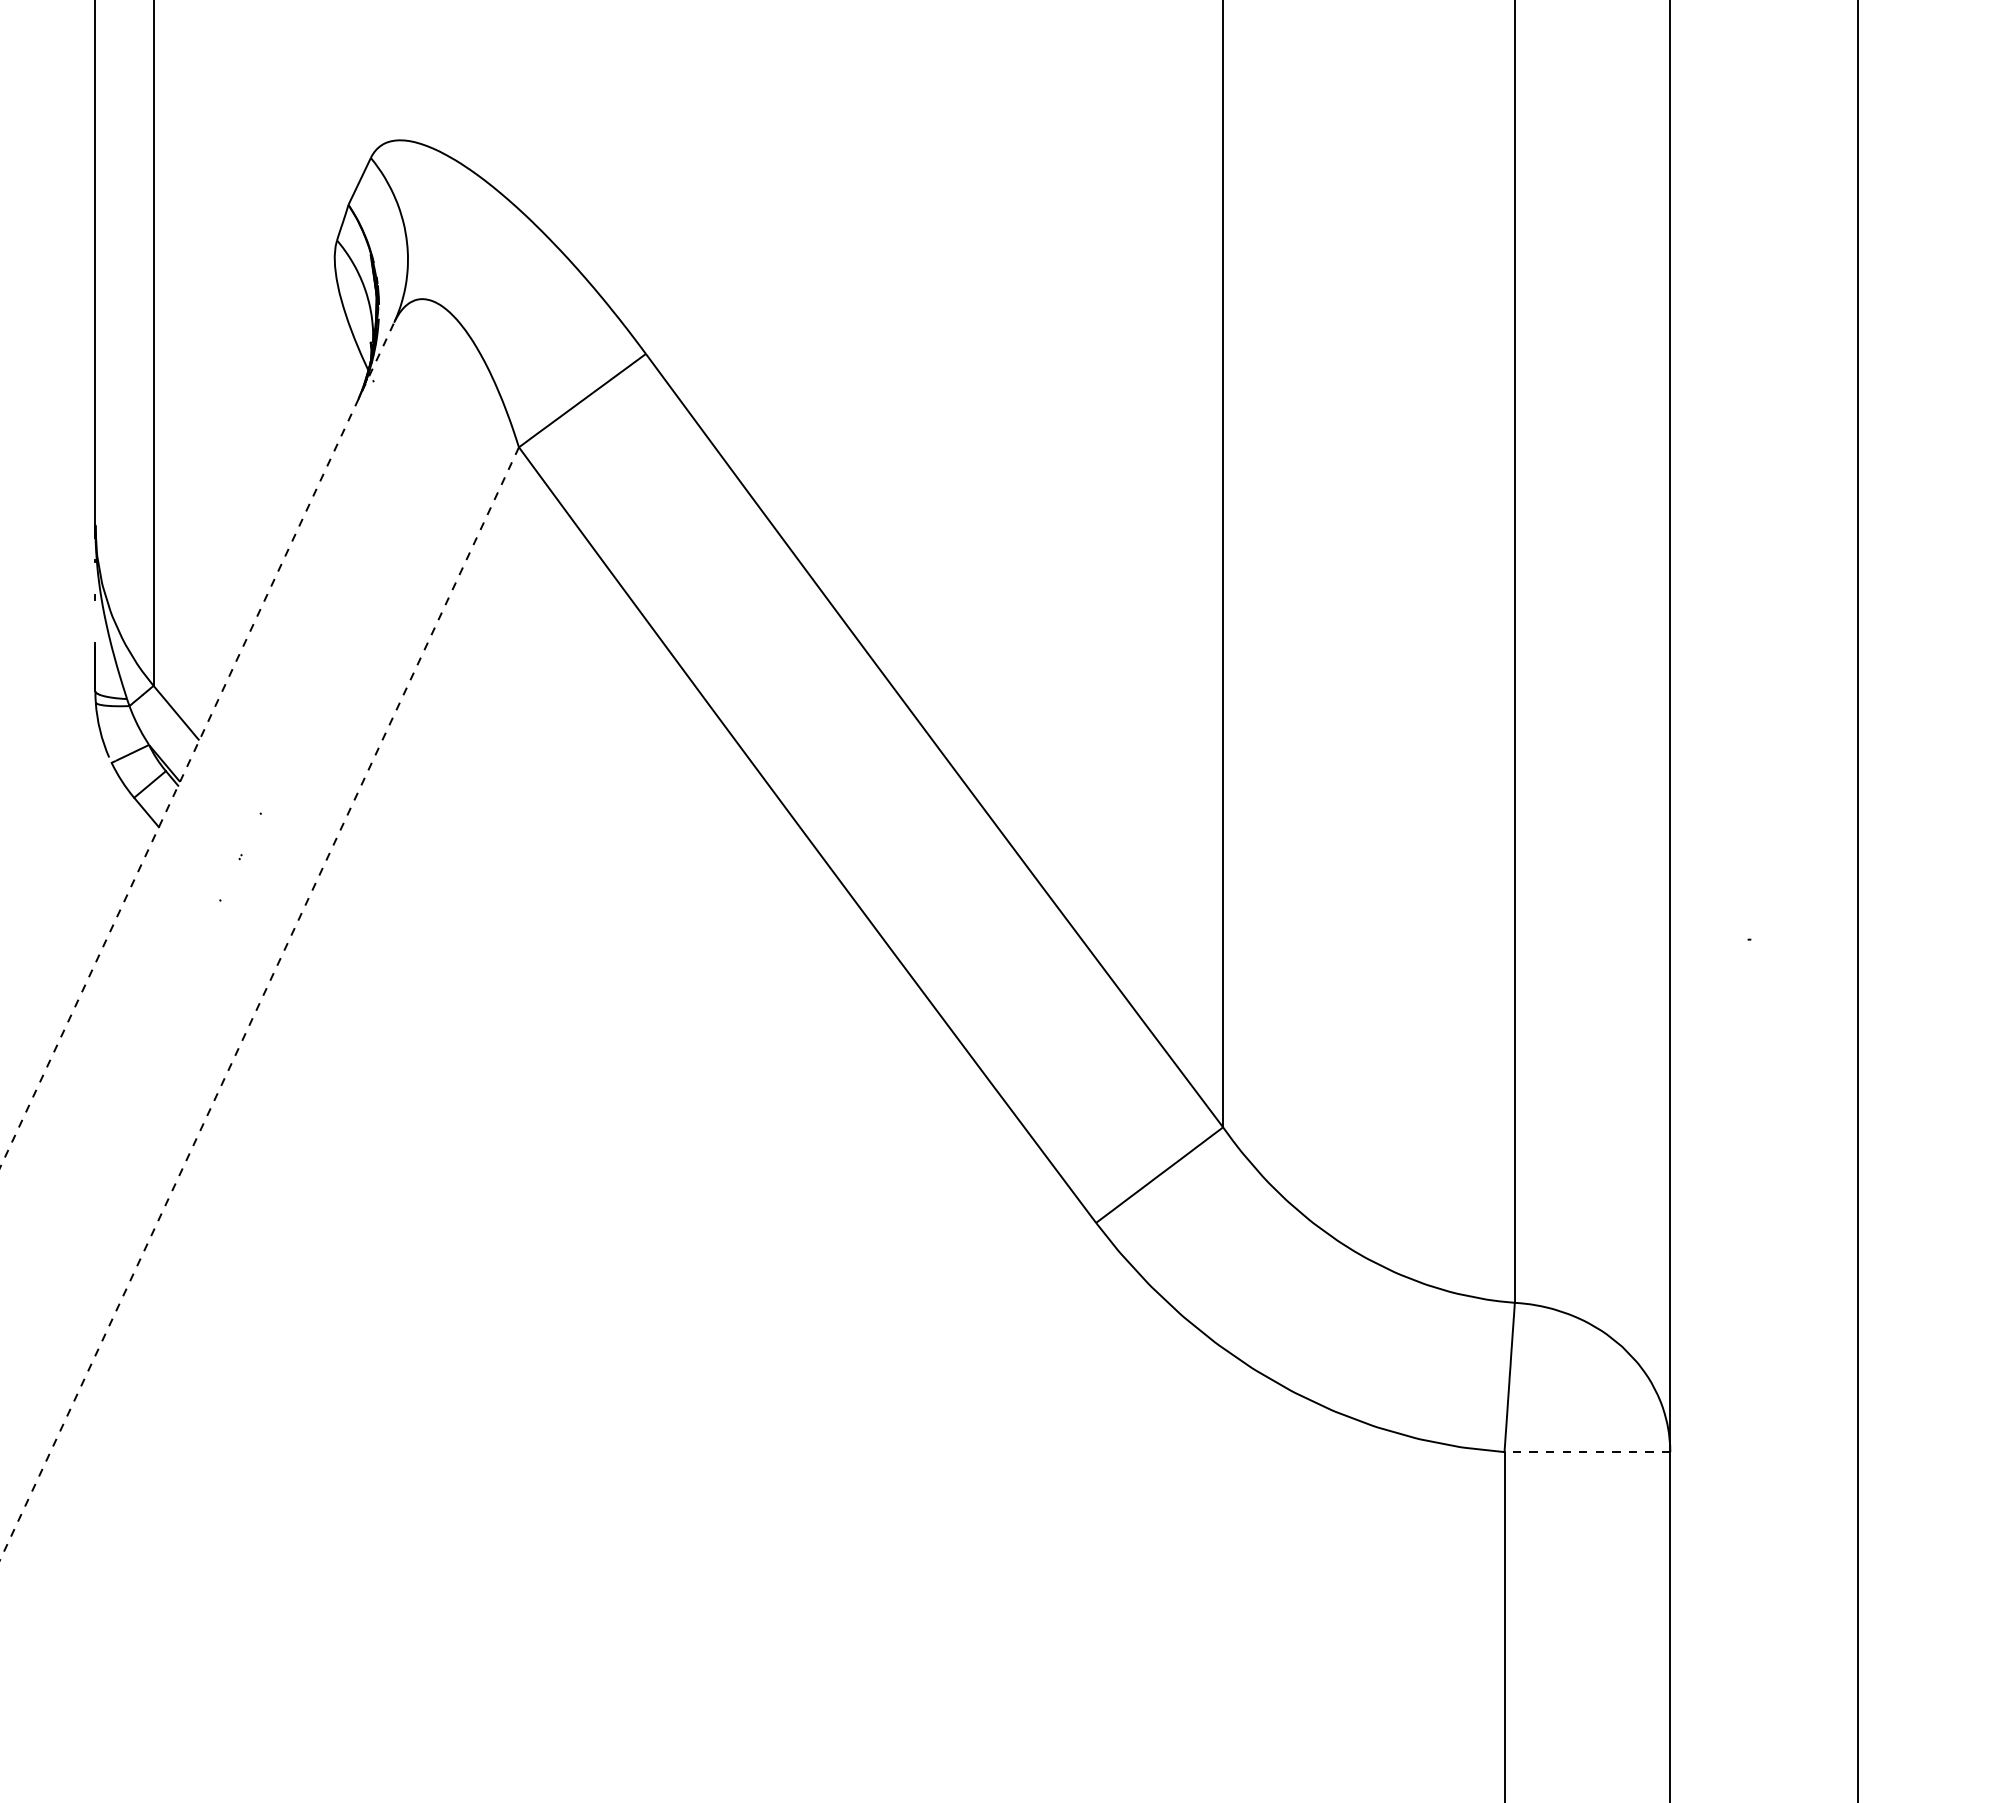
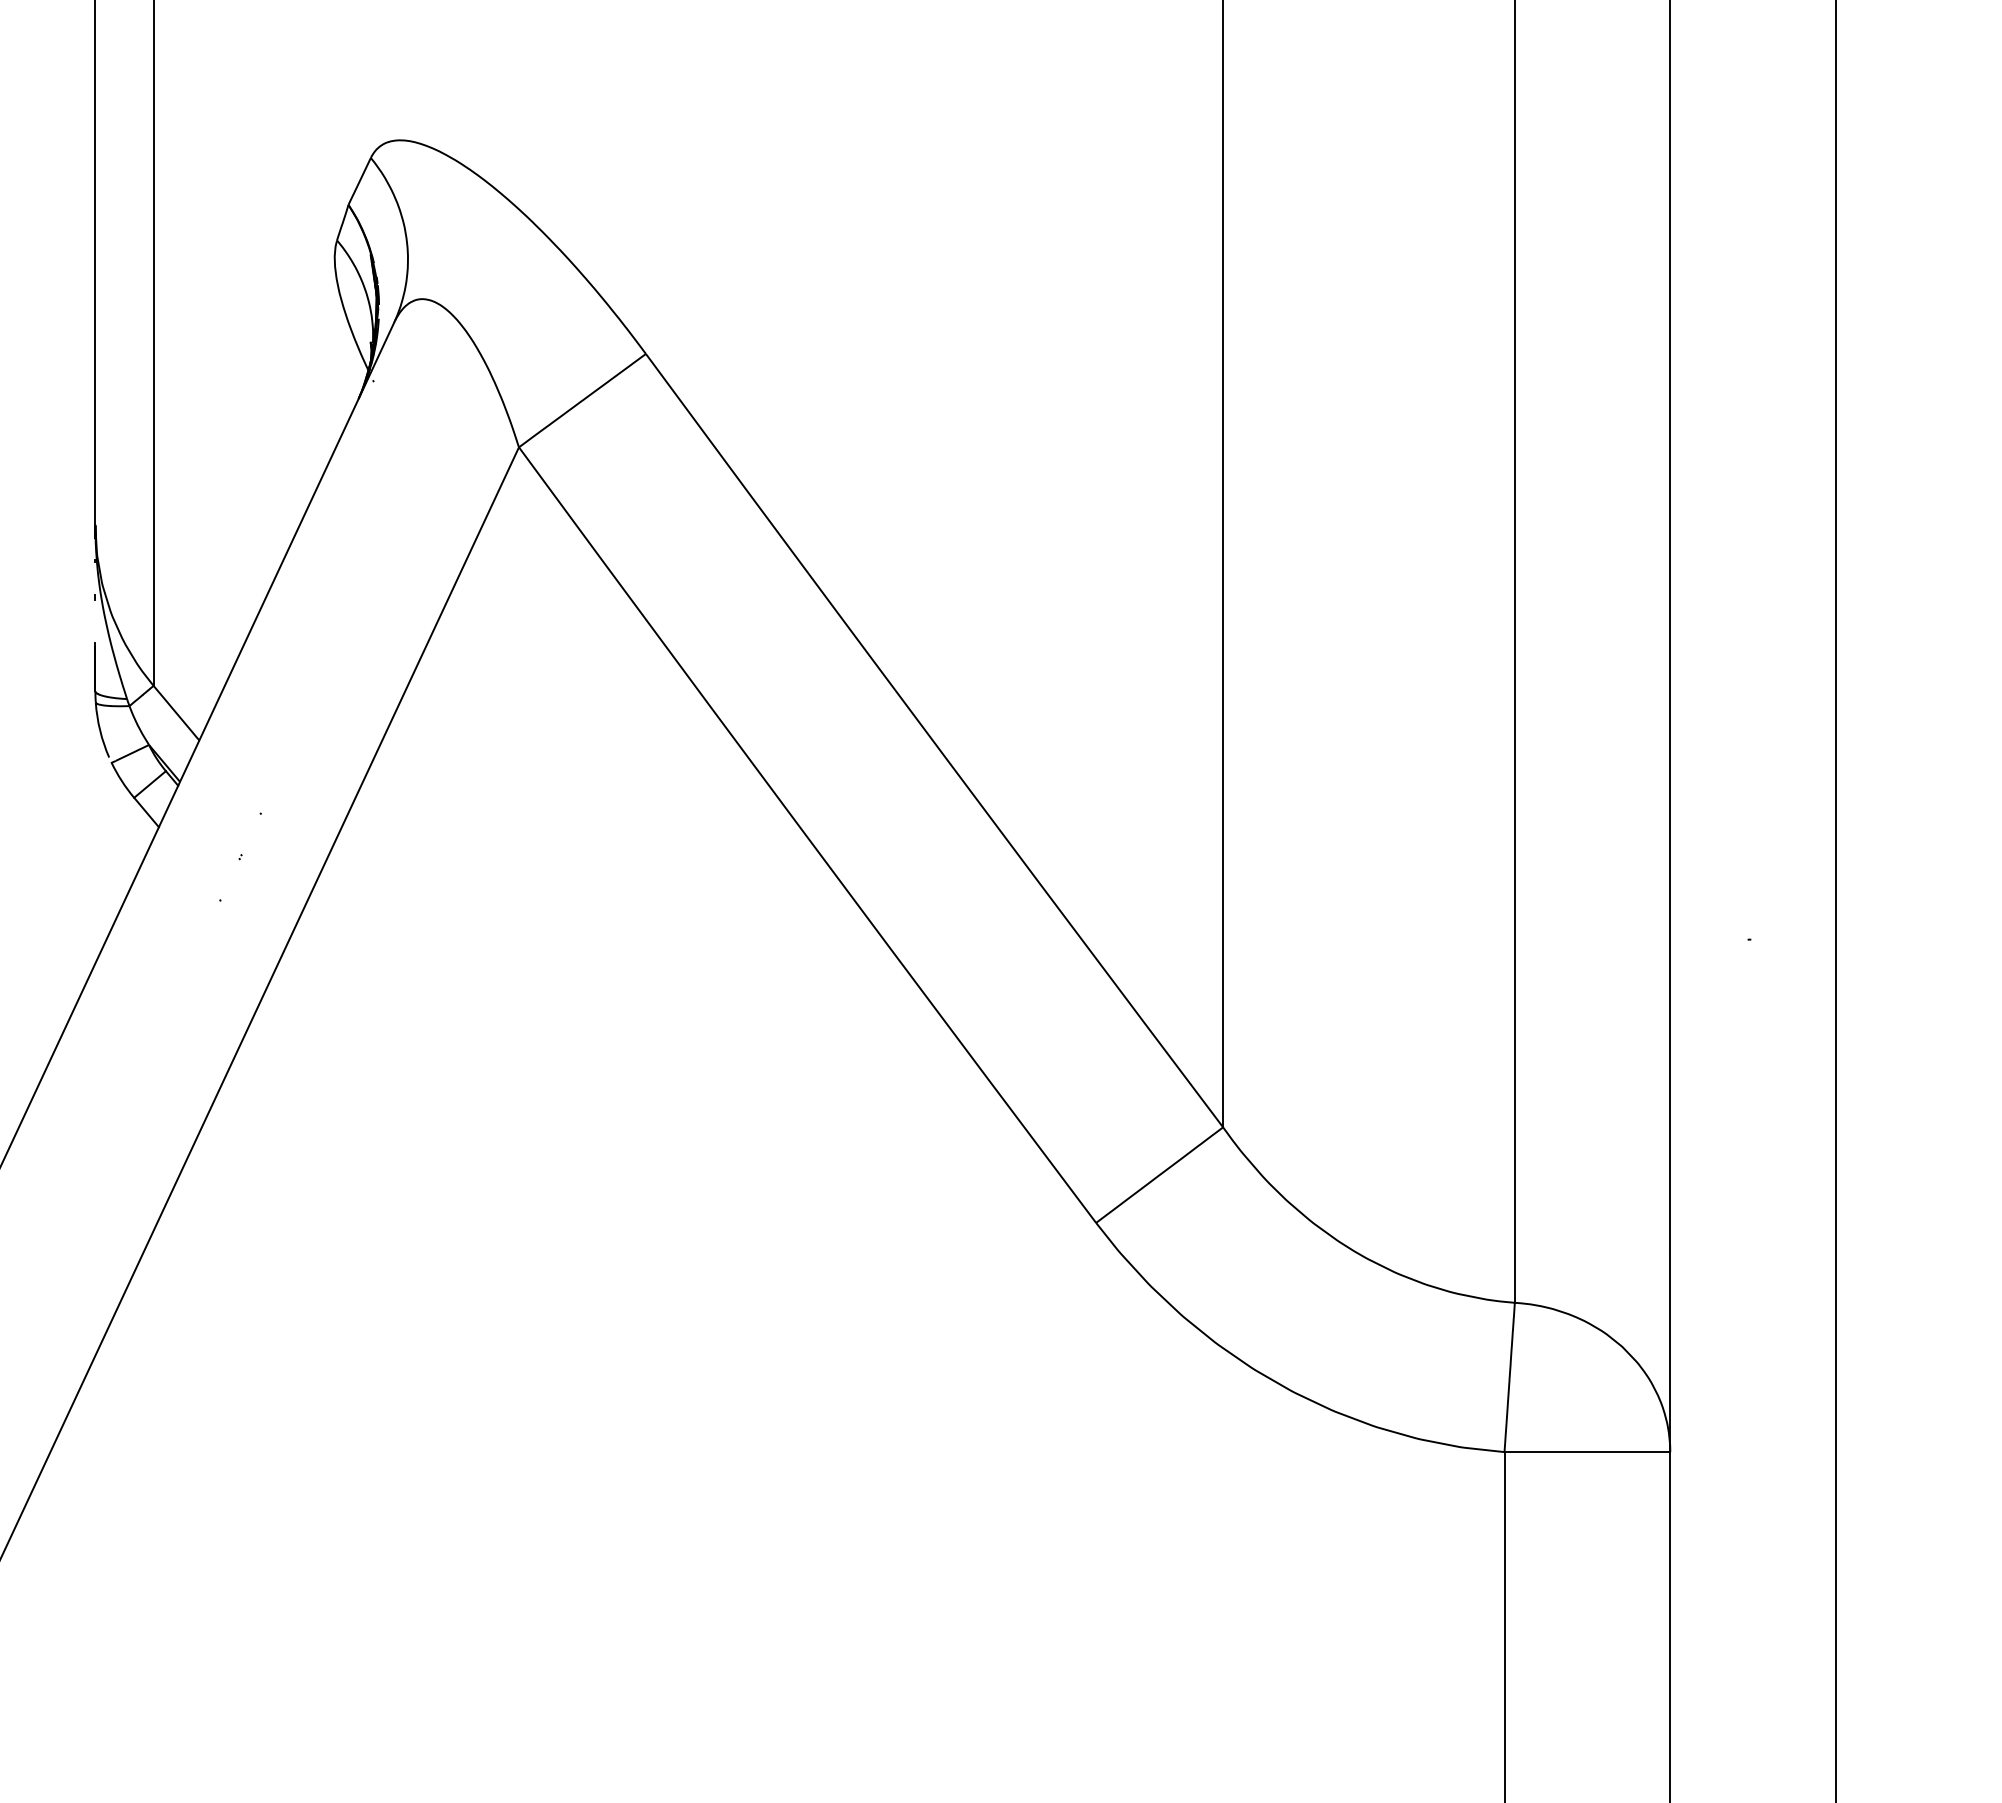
line at (197, 745): dashed -> solid
line at (1858, 900) position: (1858, 900) -> (1836, 900)
line at (259, 1003): dashed -> solid
line at (1587, 1452): dashed -> solid
